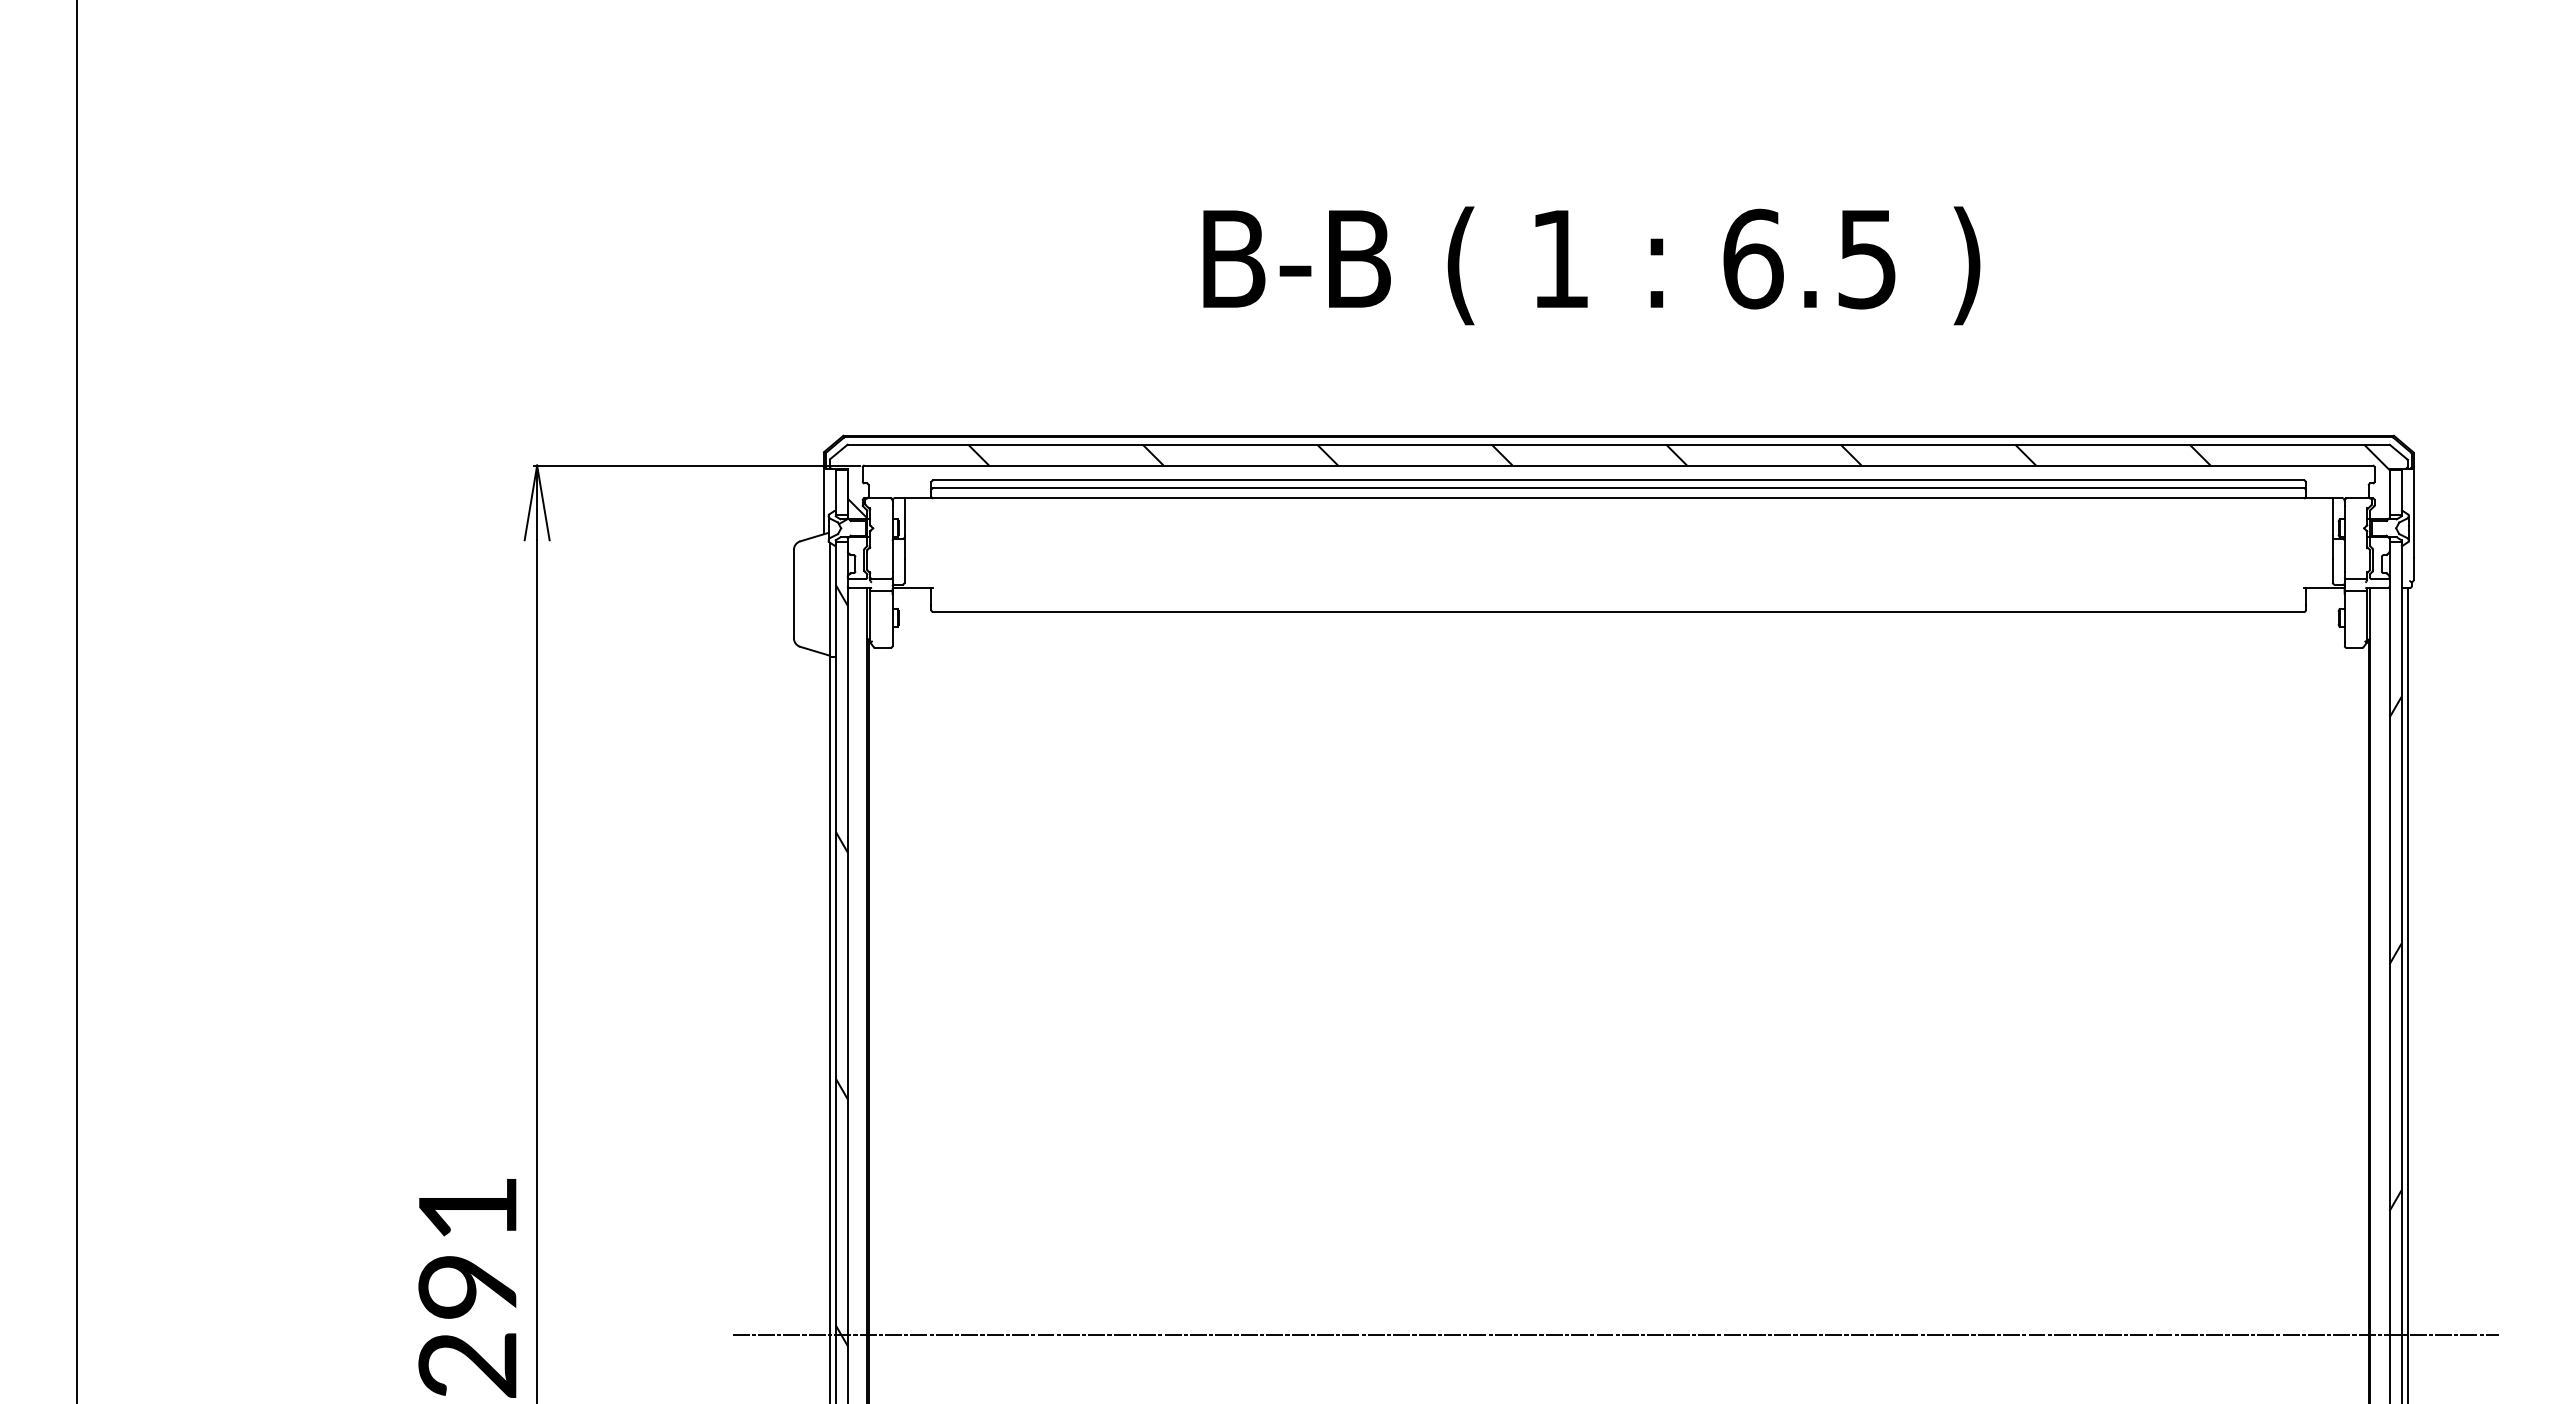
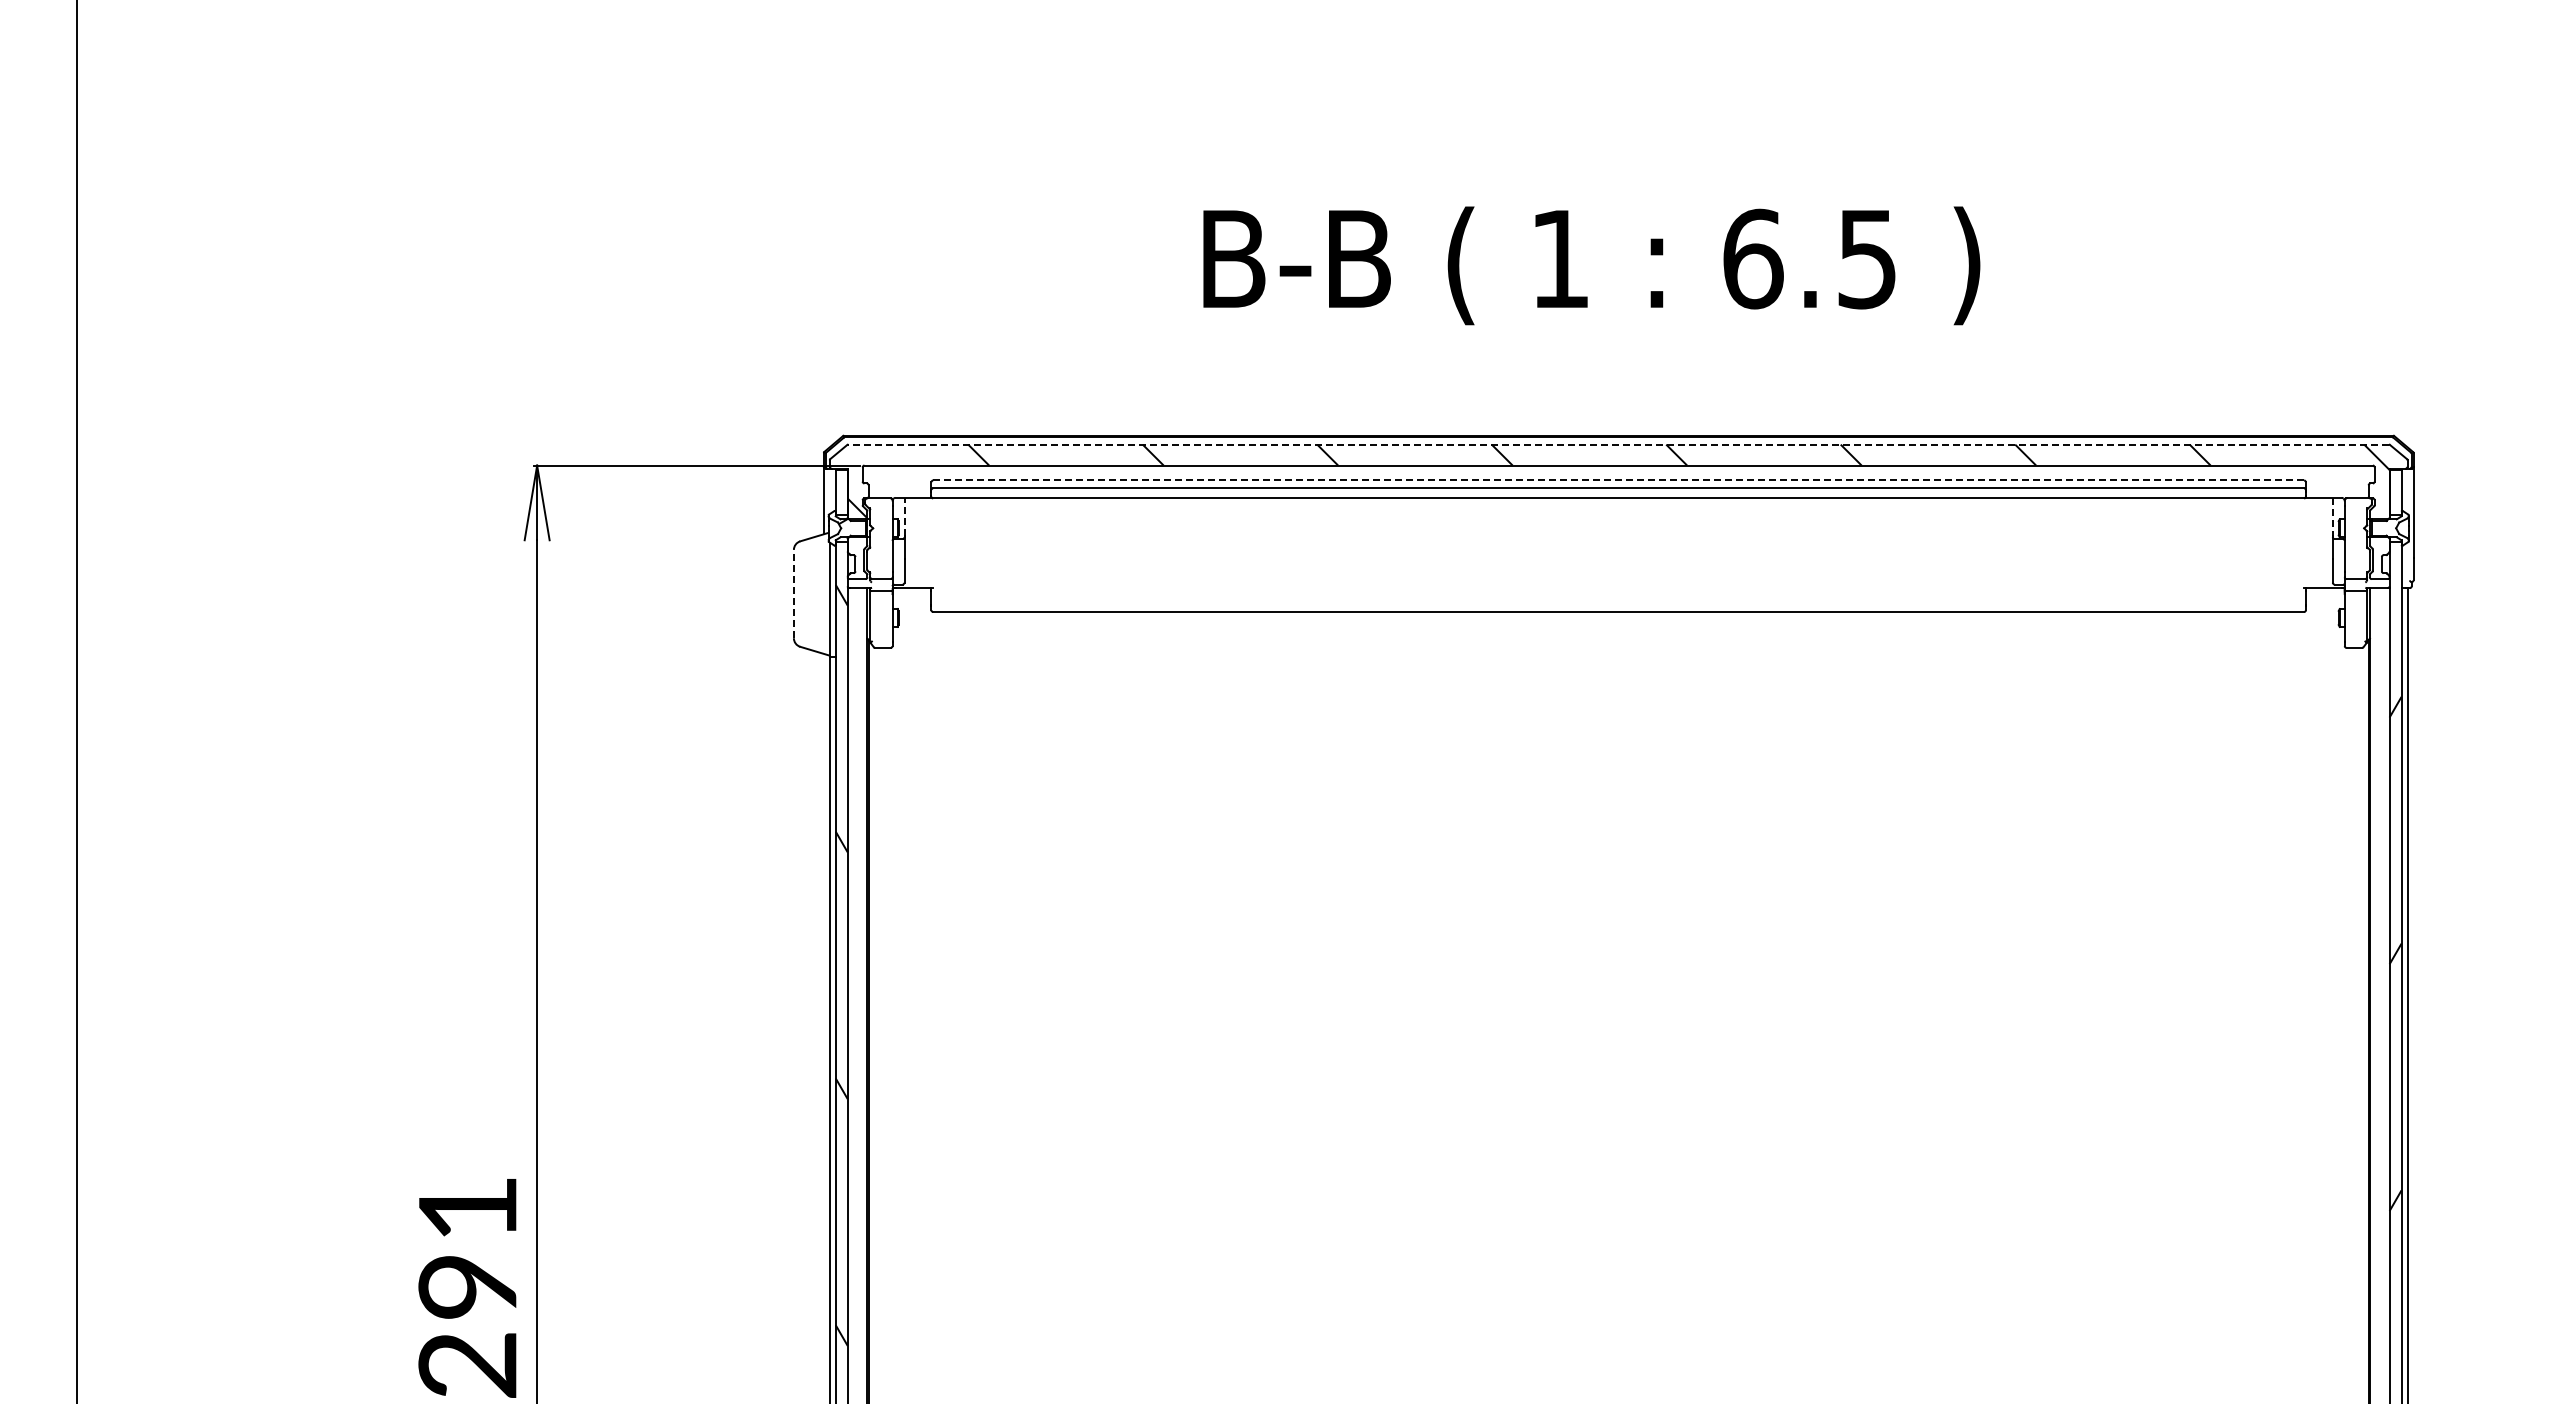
line at (1618, 444): solid -> dashed
line at (1618, 480): solid -> dashed
line at (904, 516): solid -> dashed
line at (2332, 517): solid -> dashed
line at (793, 593): solid -> dashed
line at (1615, 1335): present -> none
